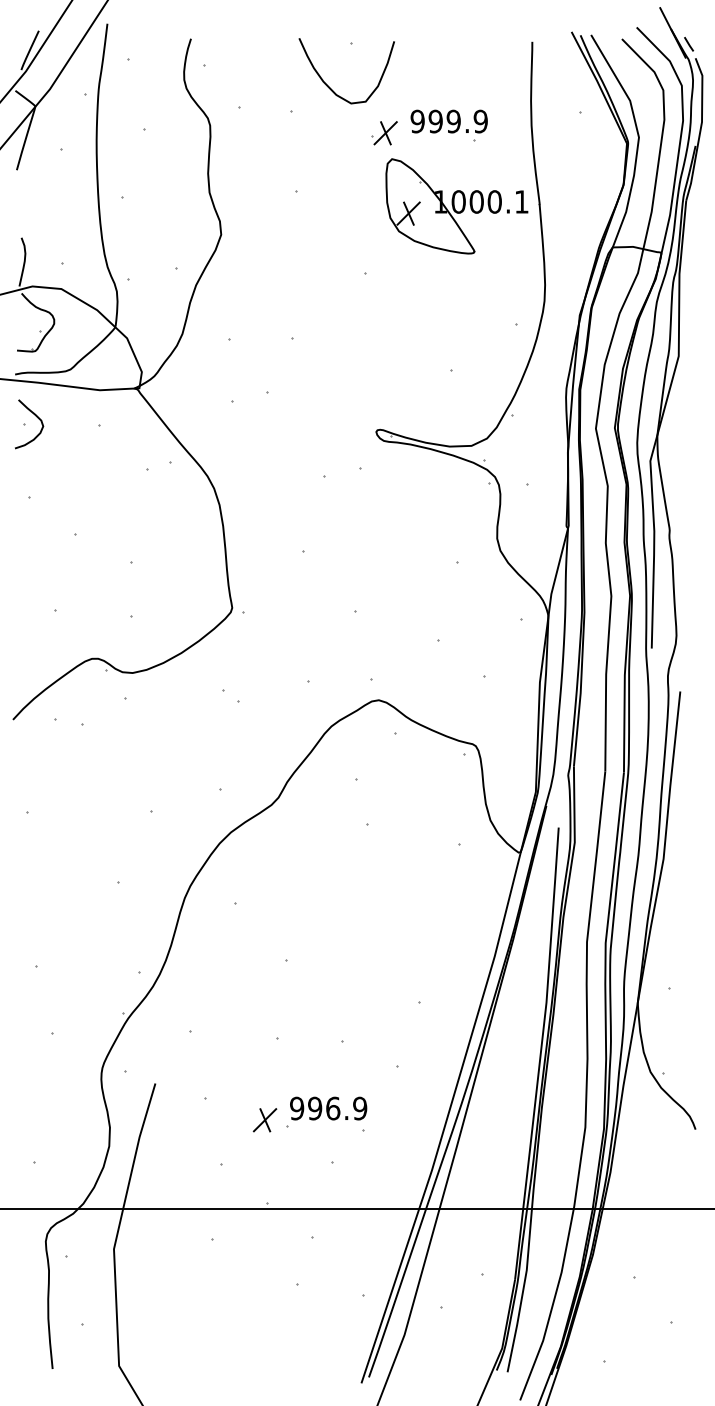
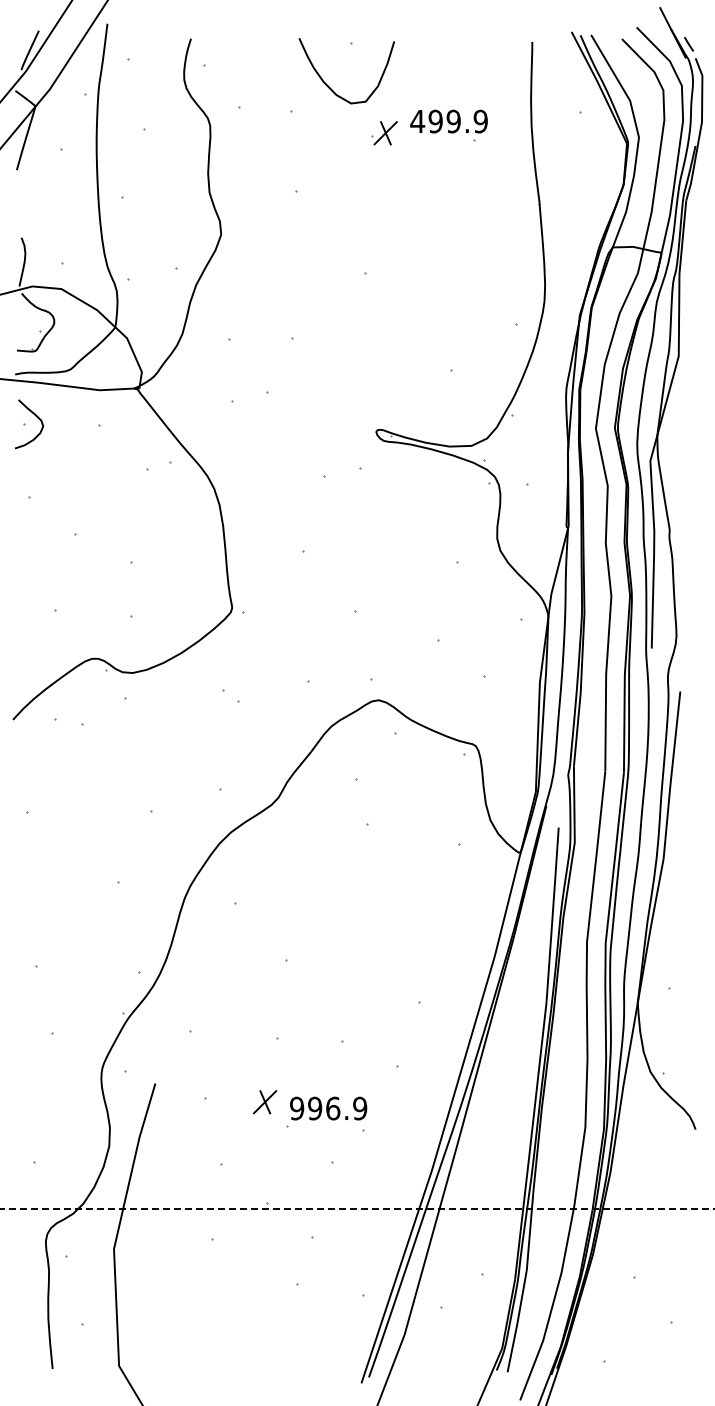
text at (417, 121): 999.9 -> 499.9
part at (456, 206): present -> none
part at (264, 1120) position: (264, 1120) -> (264, 1102)
line at (358, 1209): solid -> dashed
